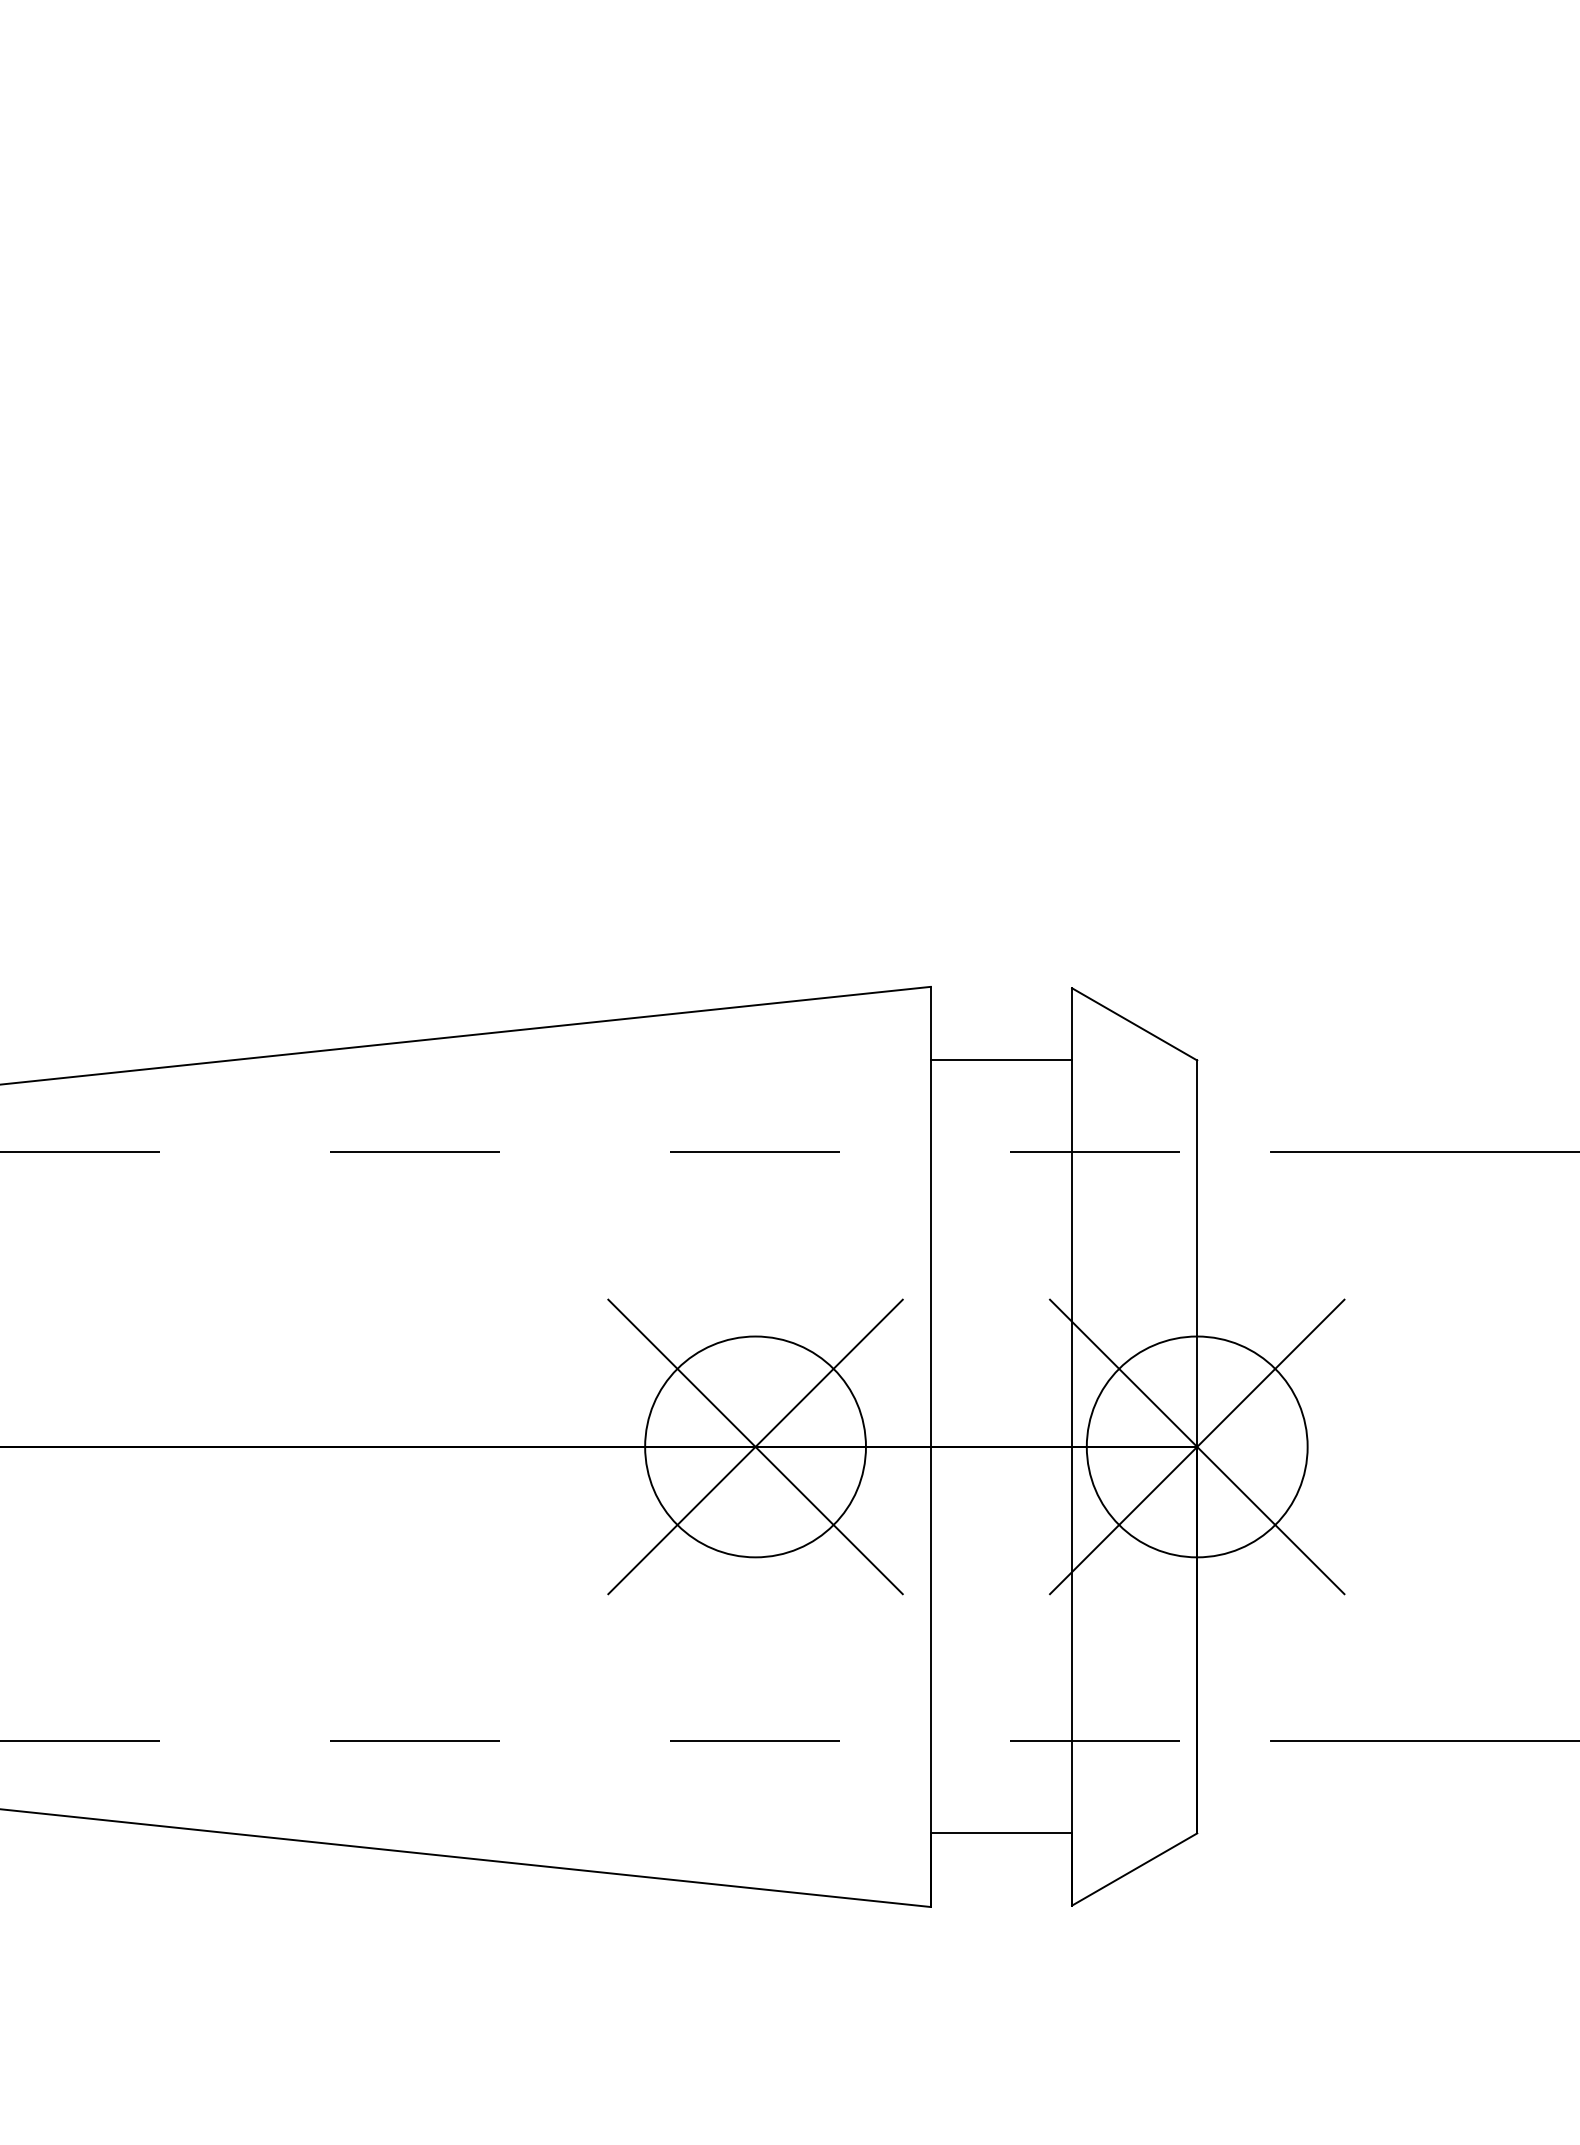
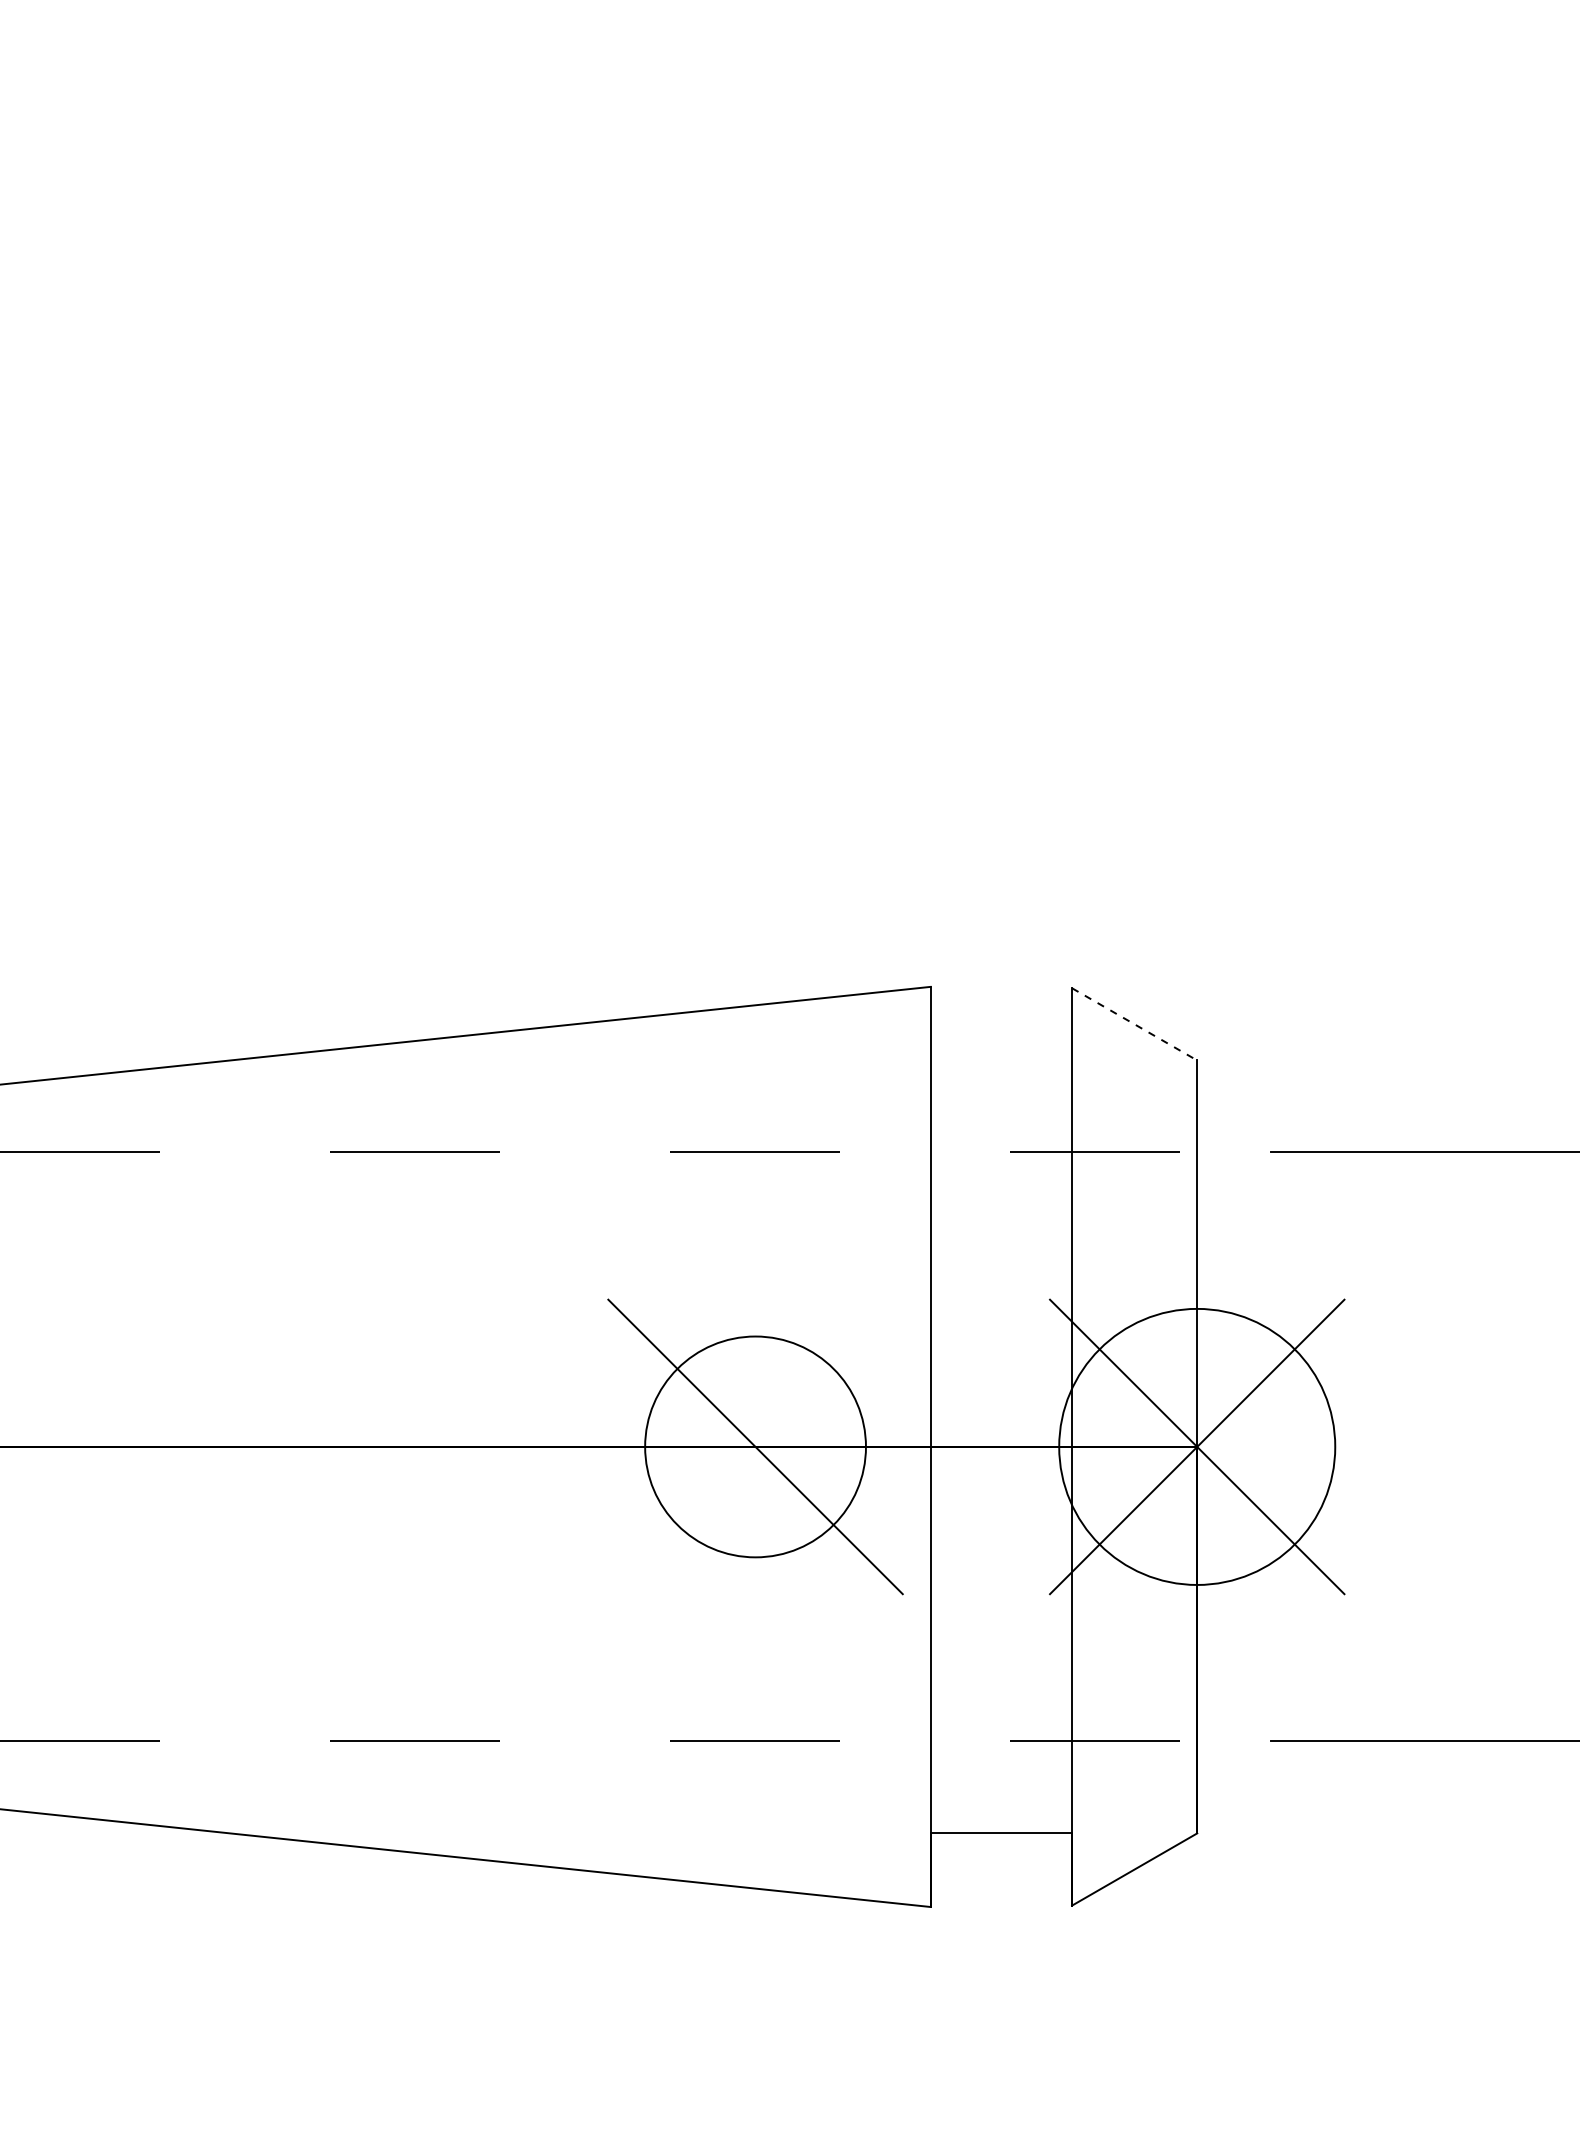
line at (1135, 1024): solid -> dashed
line at (1001, 1060): present -> none
line at (755, 1446): present -> none
circle at (1196, 1446) diameter: 221 px -> 276 px
